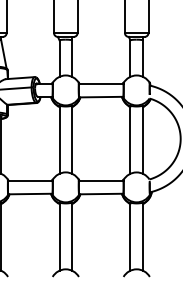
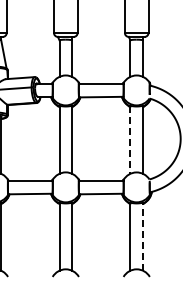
line at (130, 140): solid -> dashed
line at (143, 236): solid -> dashed
